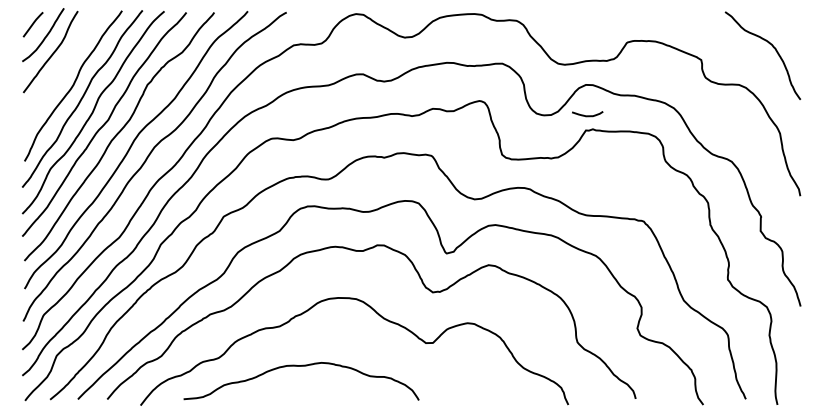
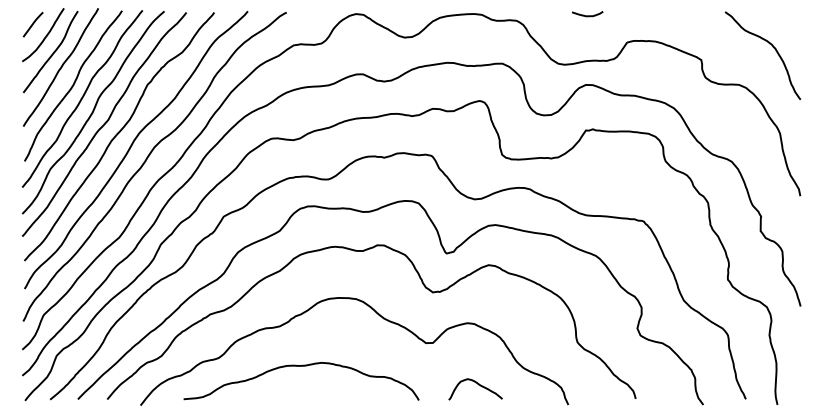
curve at (60, 67): none -> present
curve at (587, 115) position: (587, 115) -> (587, 15)
curve at (478, 385): none -> present
